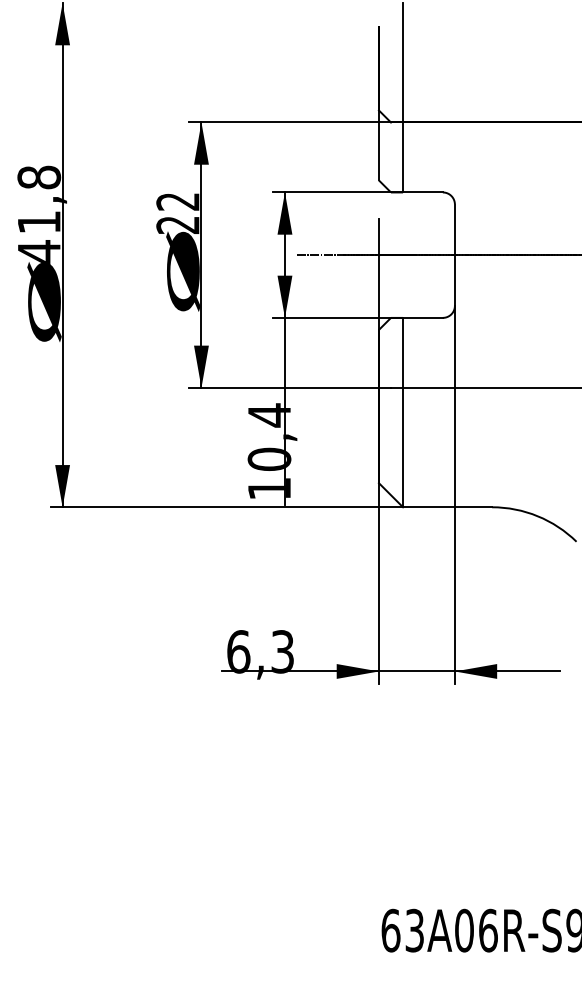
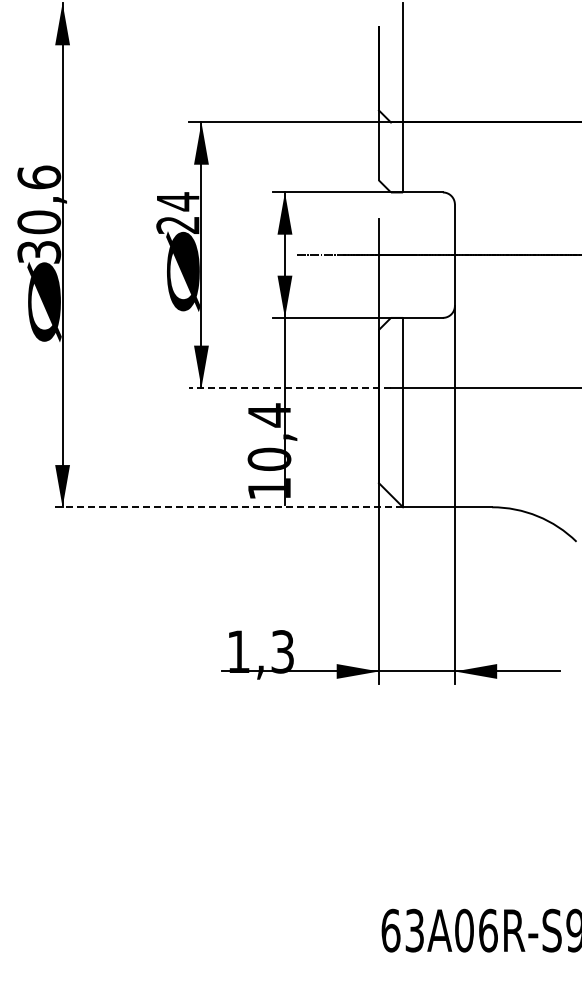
text at (177, 201): 22 -> 24
text at (39, 214): 41,8 -> 30,6
line at (290, 387): solid -> dashed
line at (226, 507): solid -> dashed
text at (238, 651): 6,3 -> 1,3
